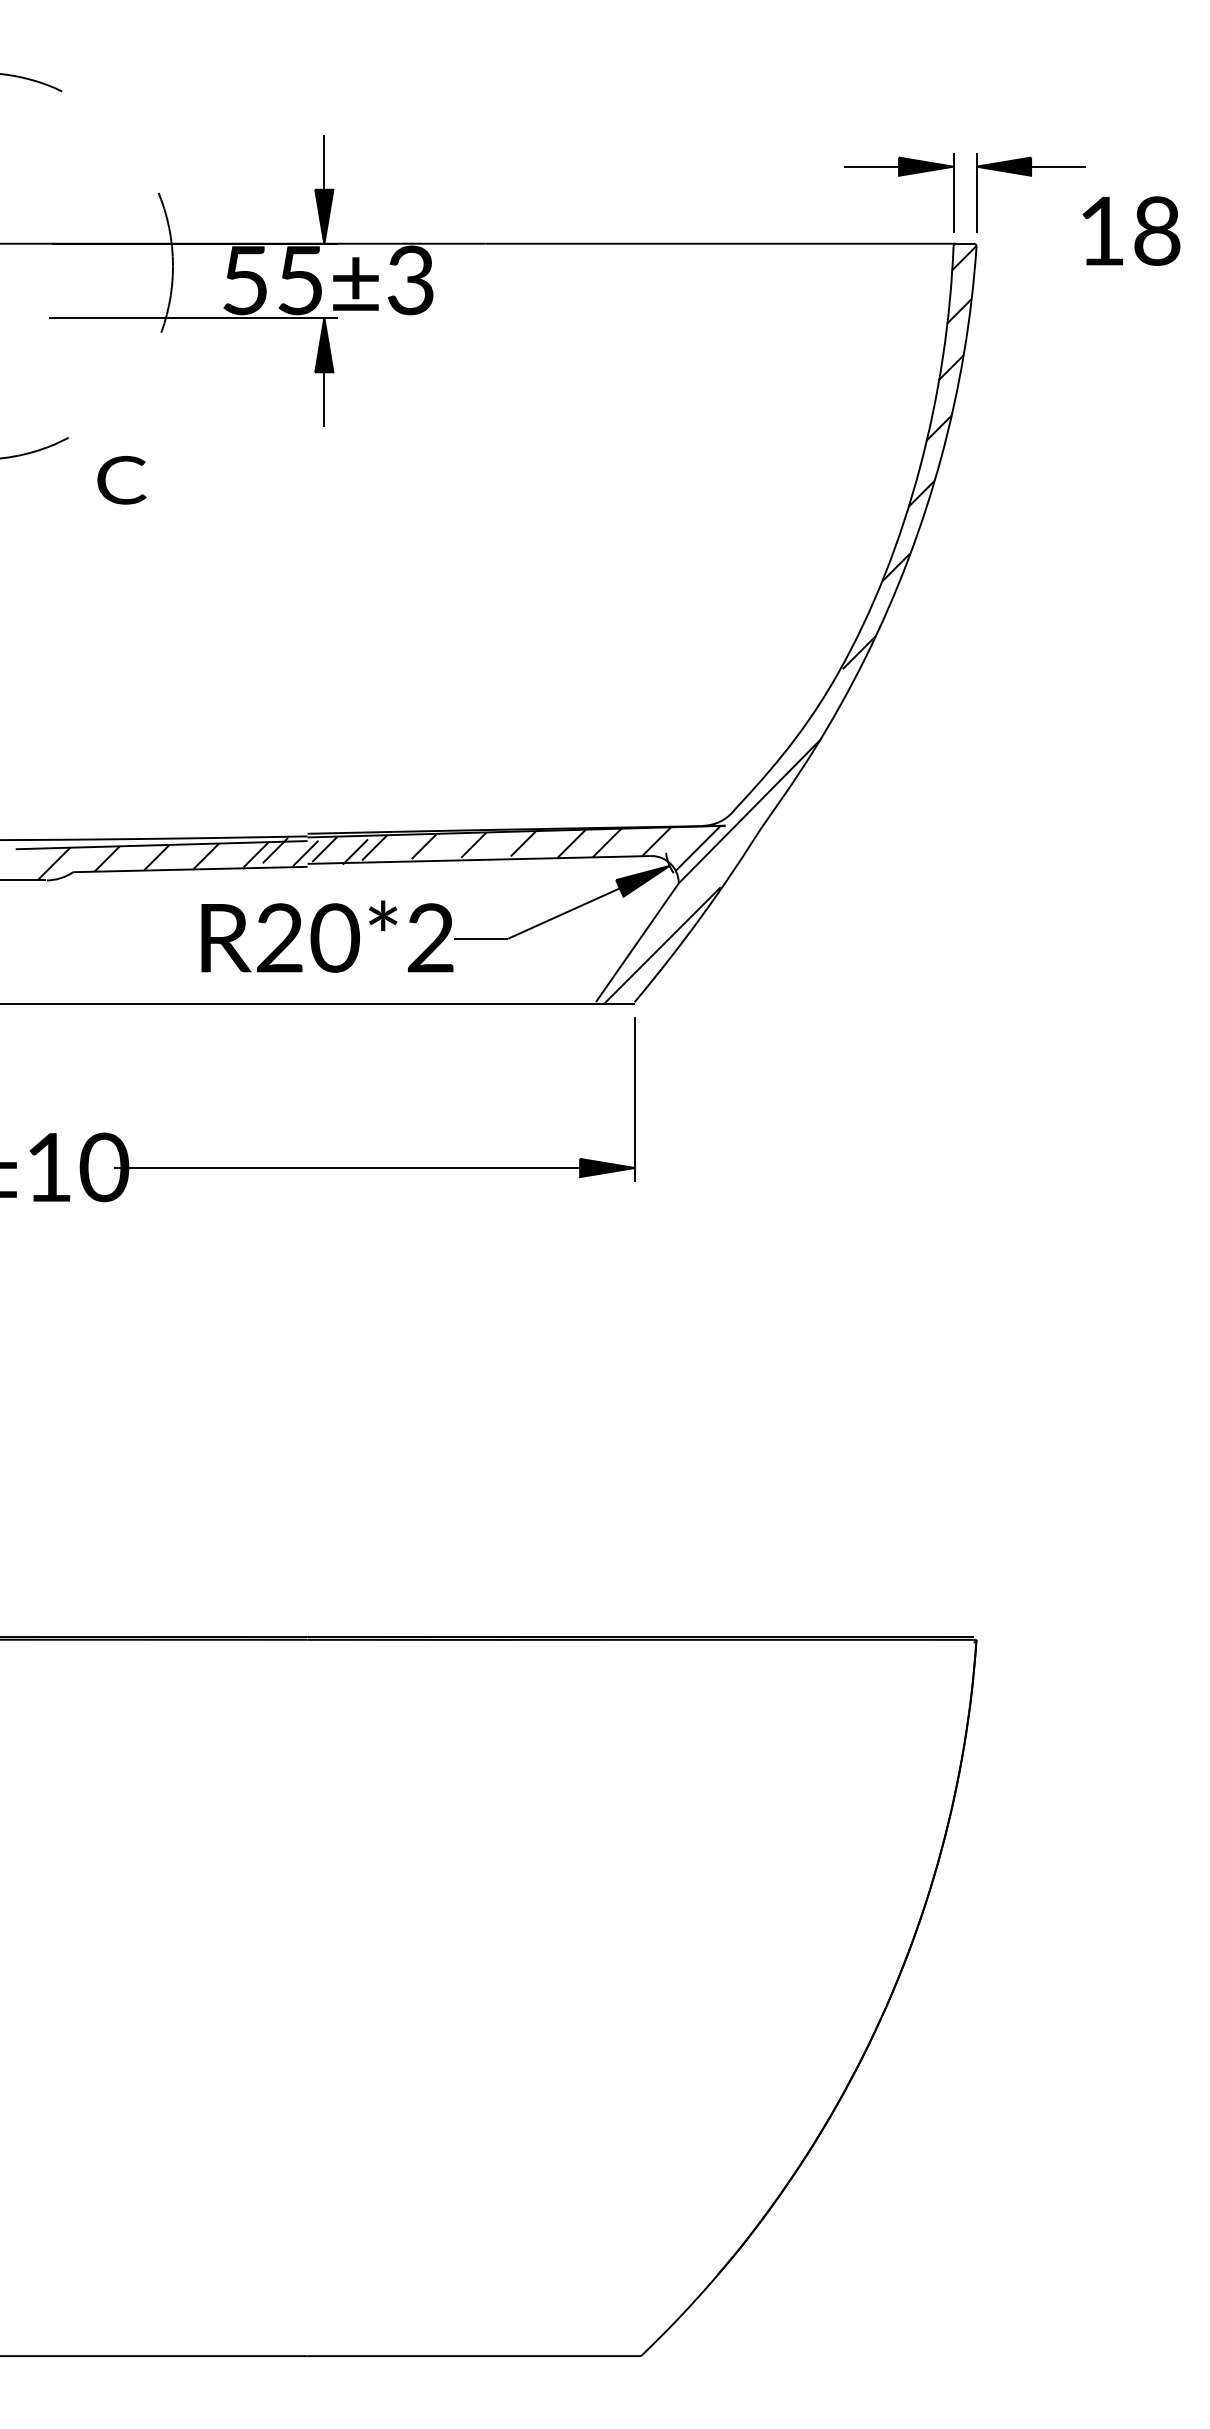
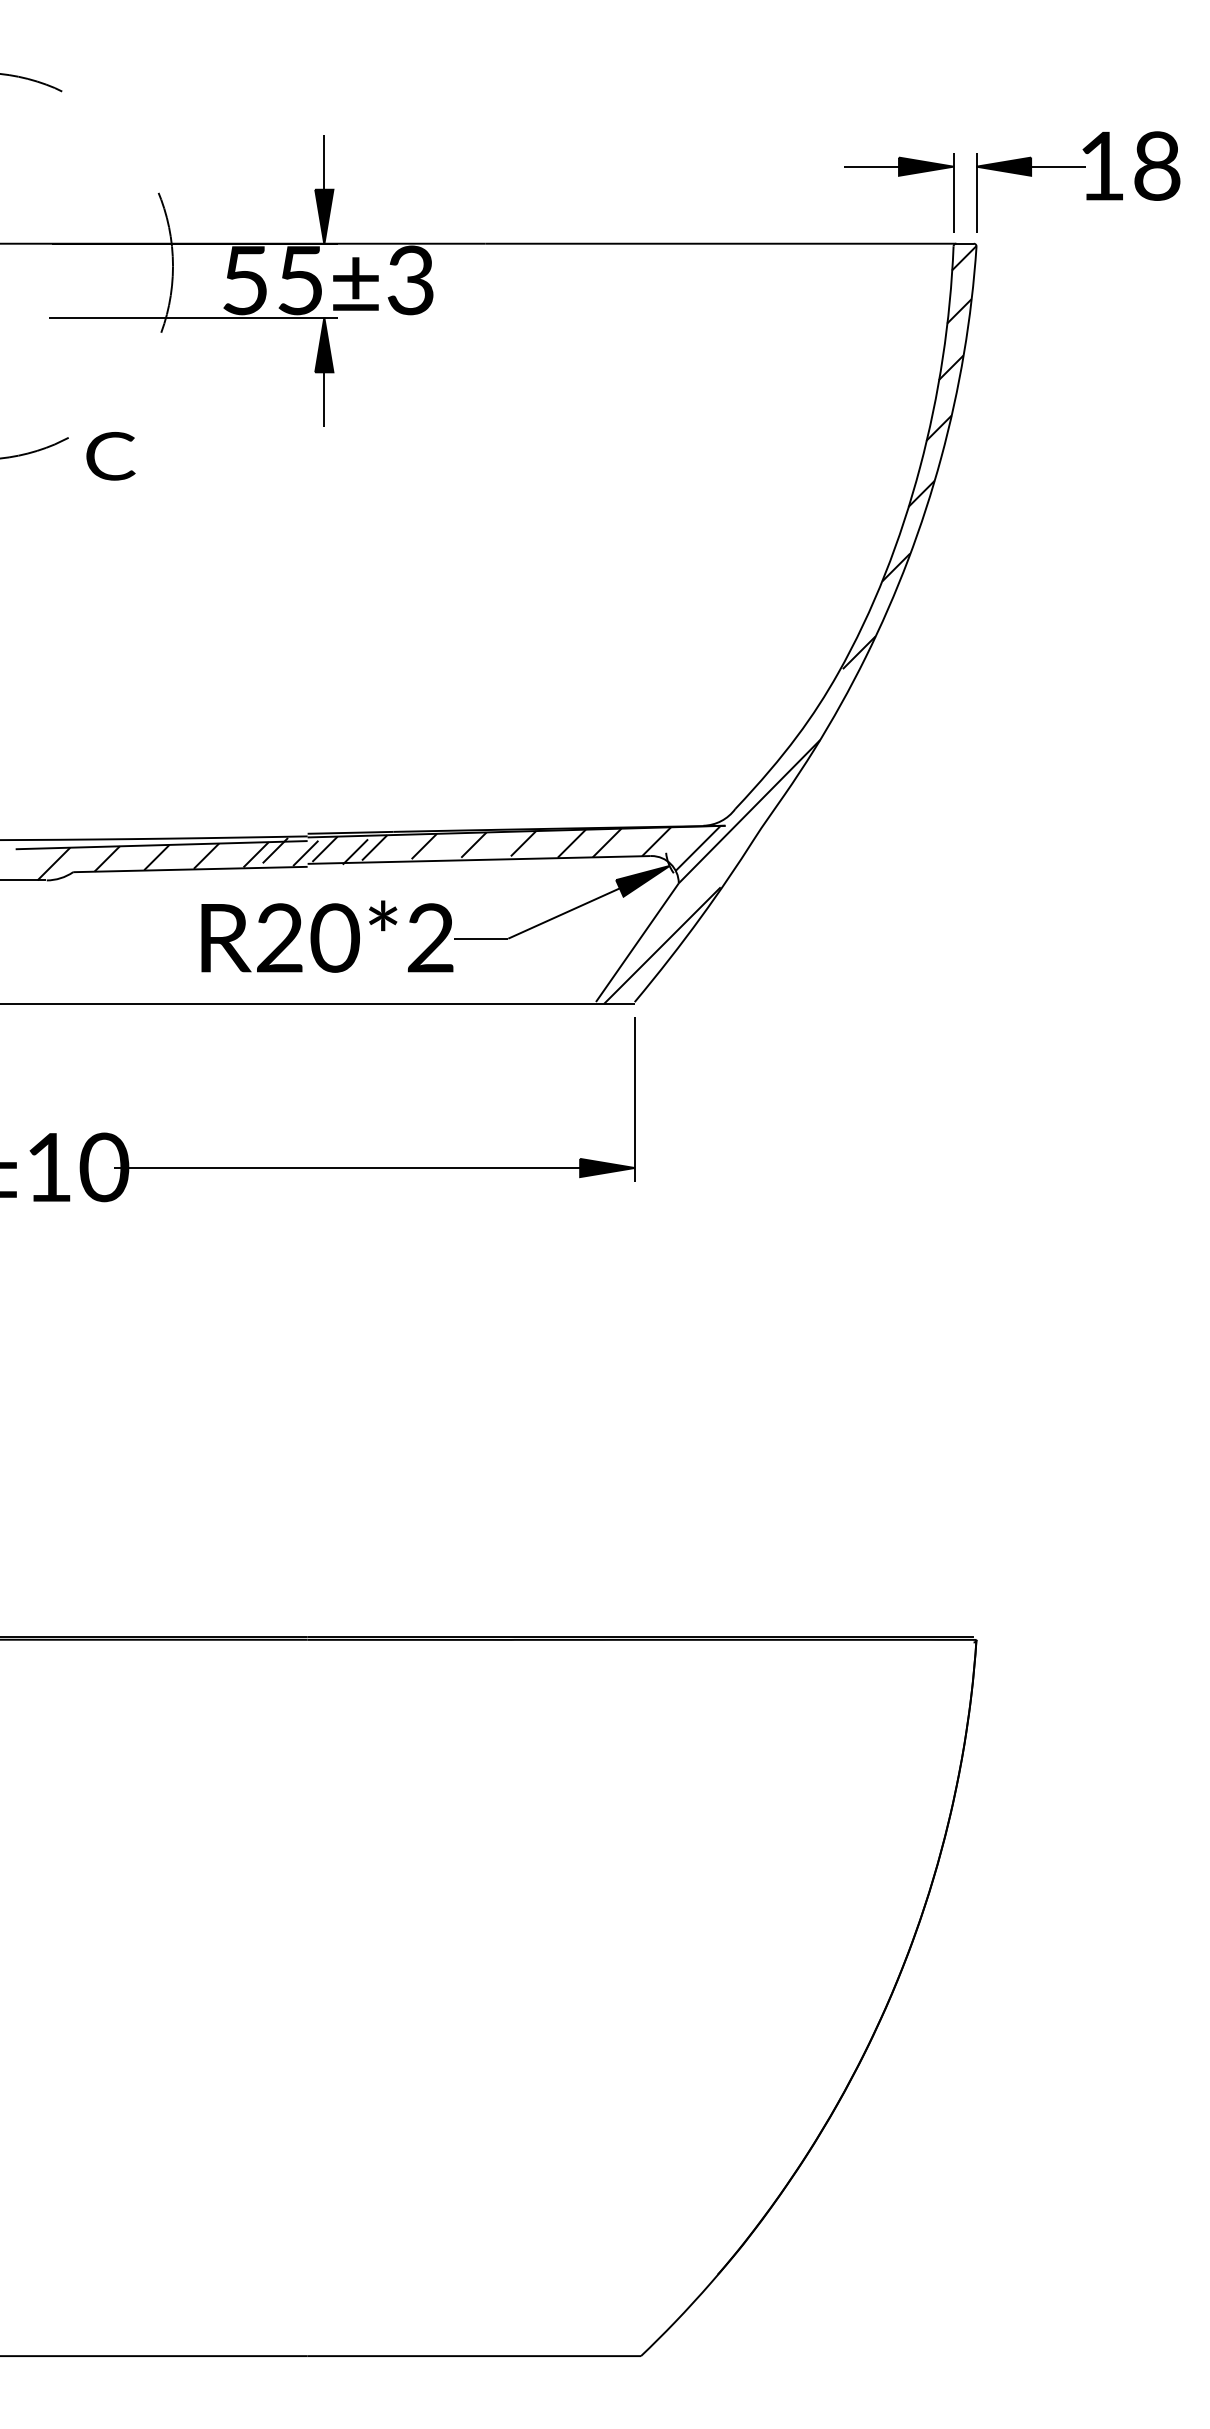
text at (1131, 230) position: (1131, 230) -> (1131, 165)
text at (121, 480) position: (121, 480) -> (110, 456)
